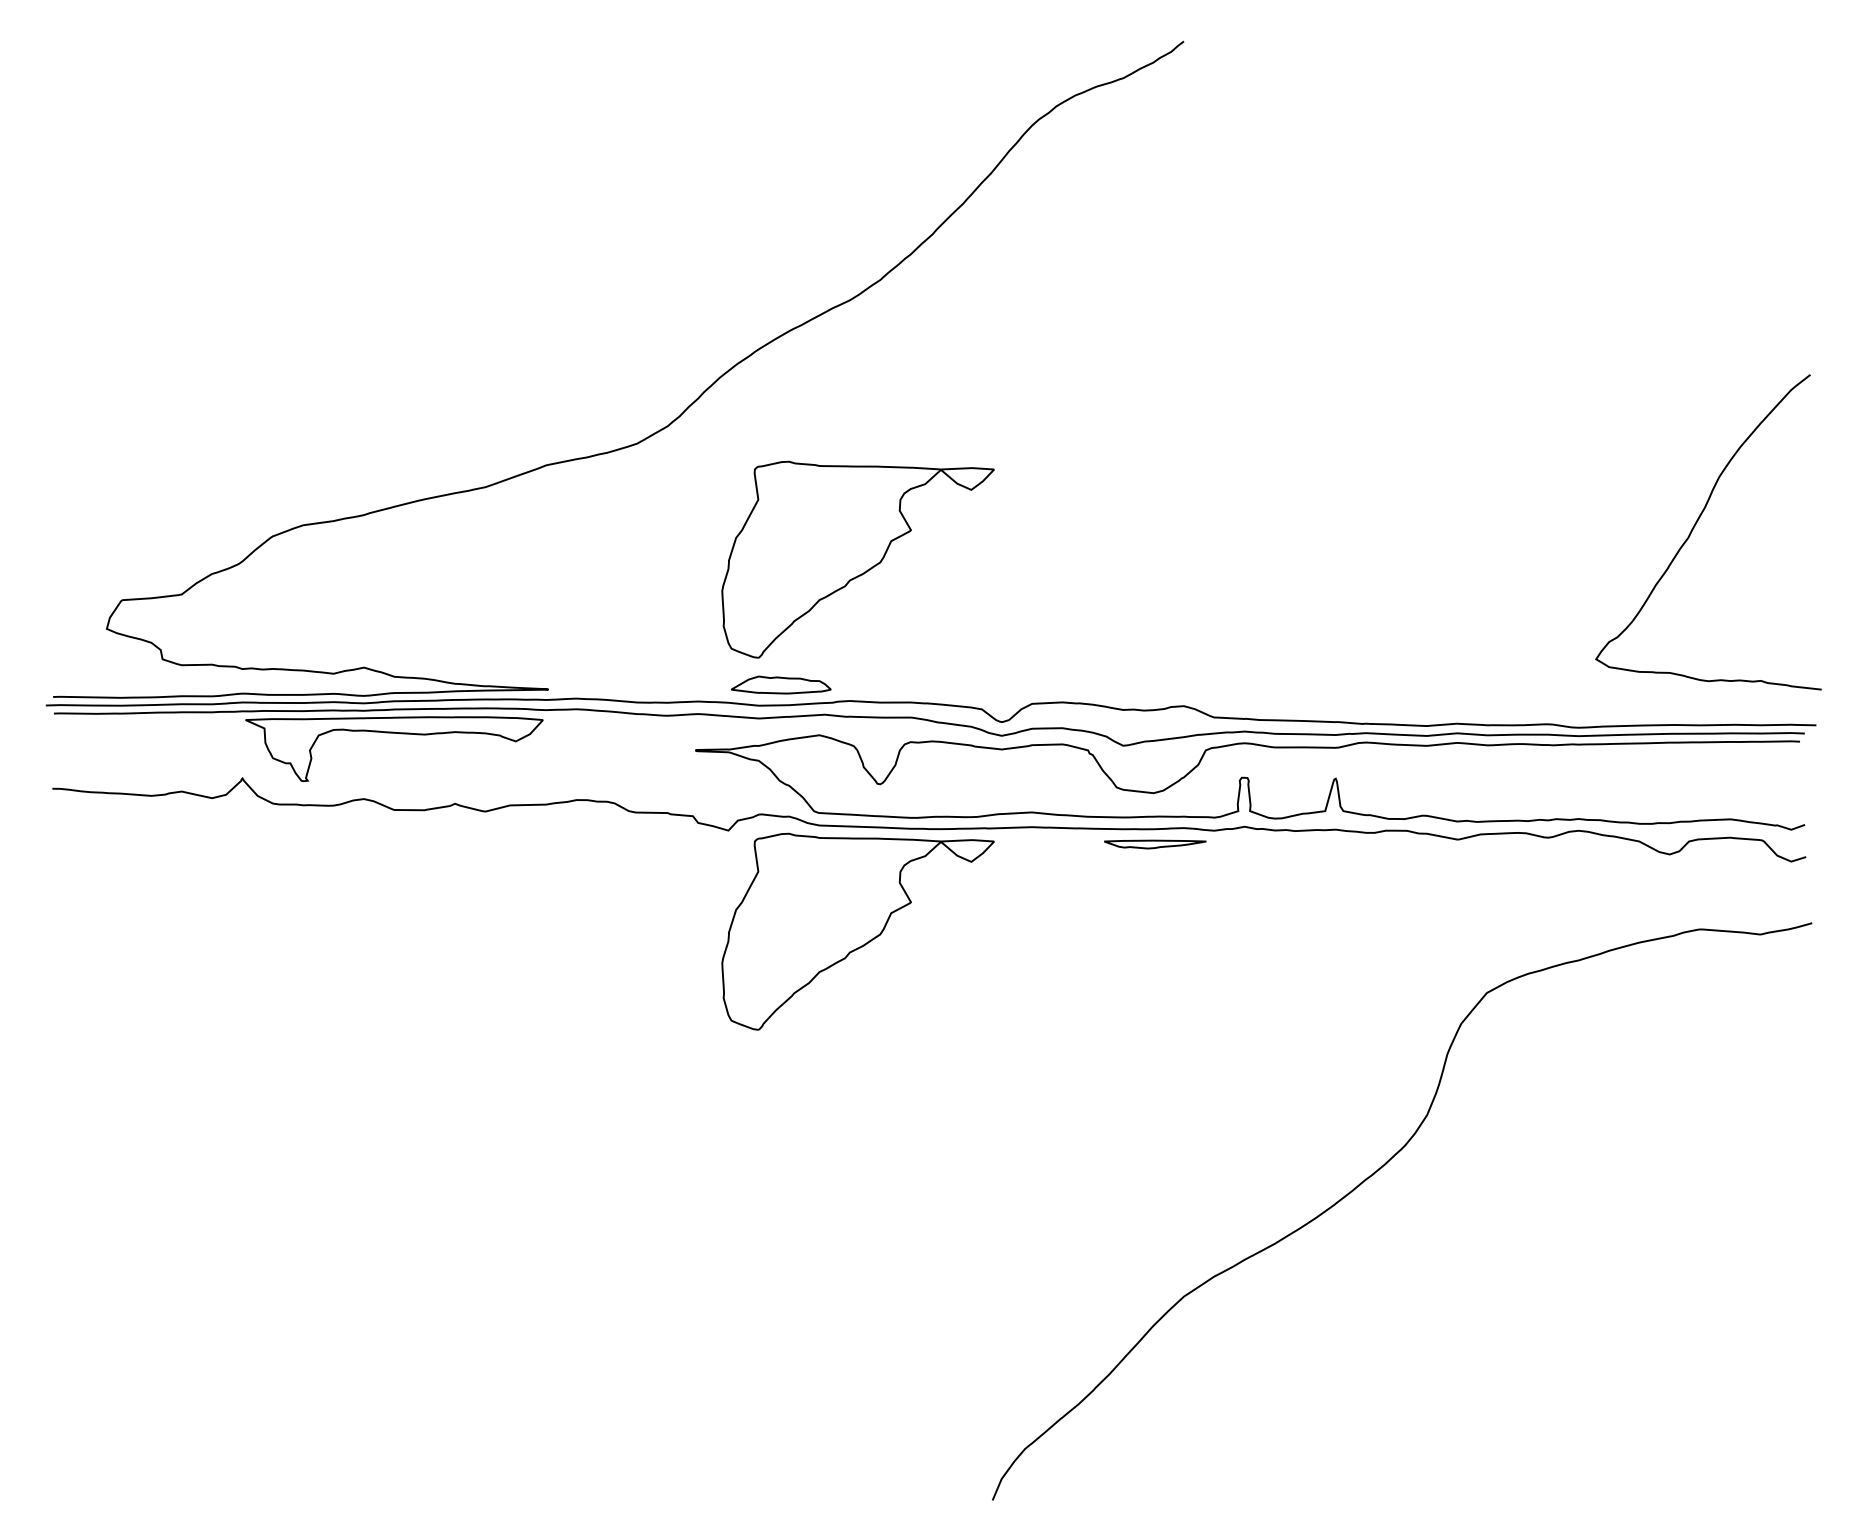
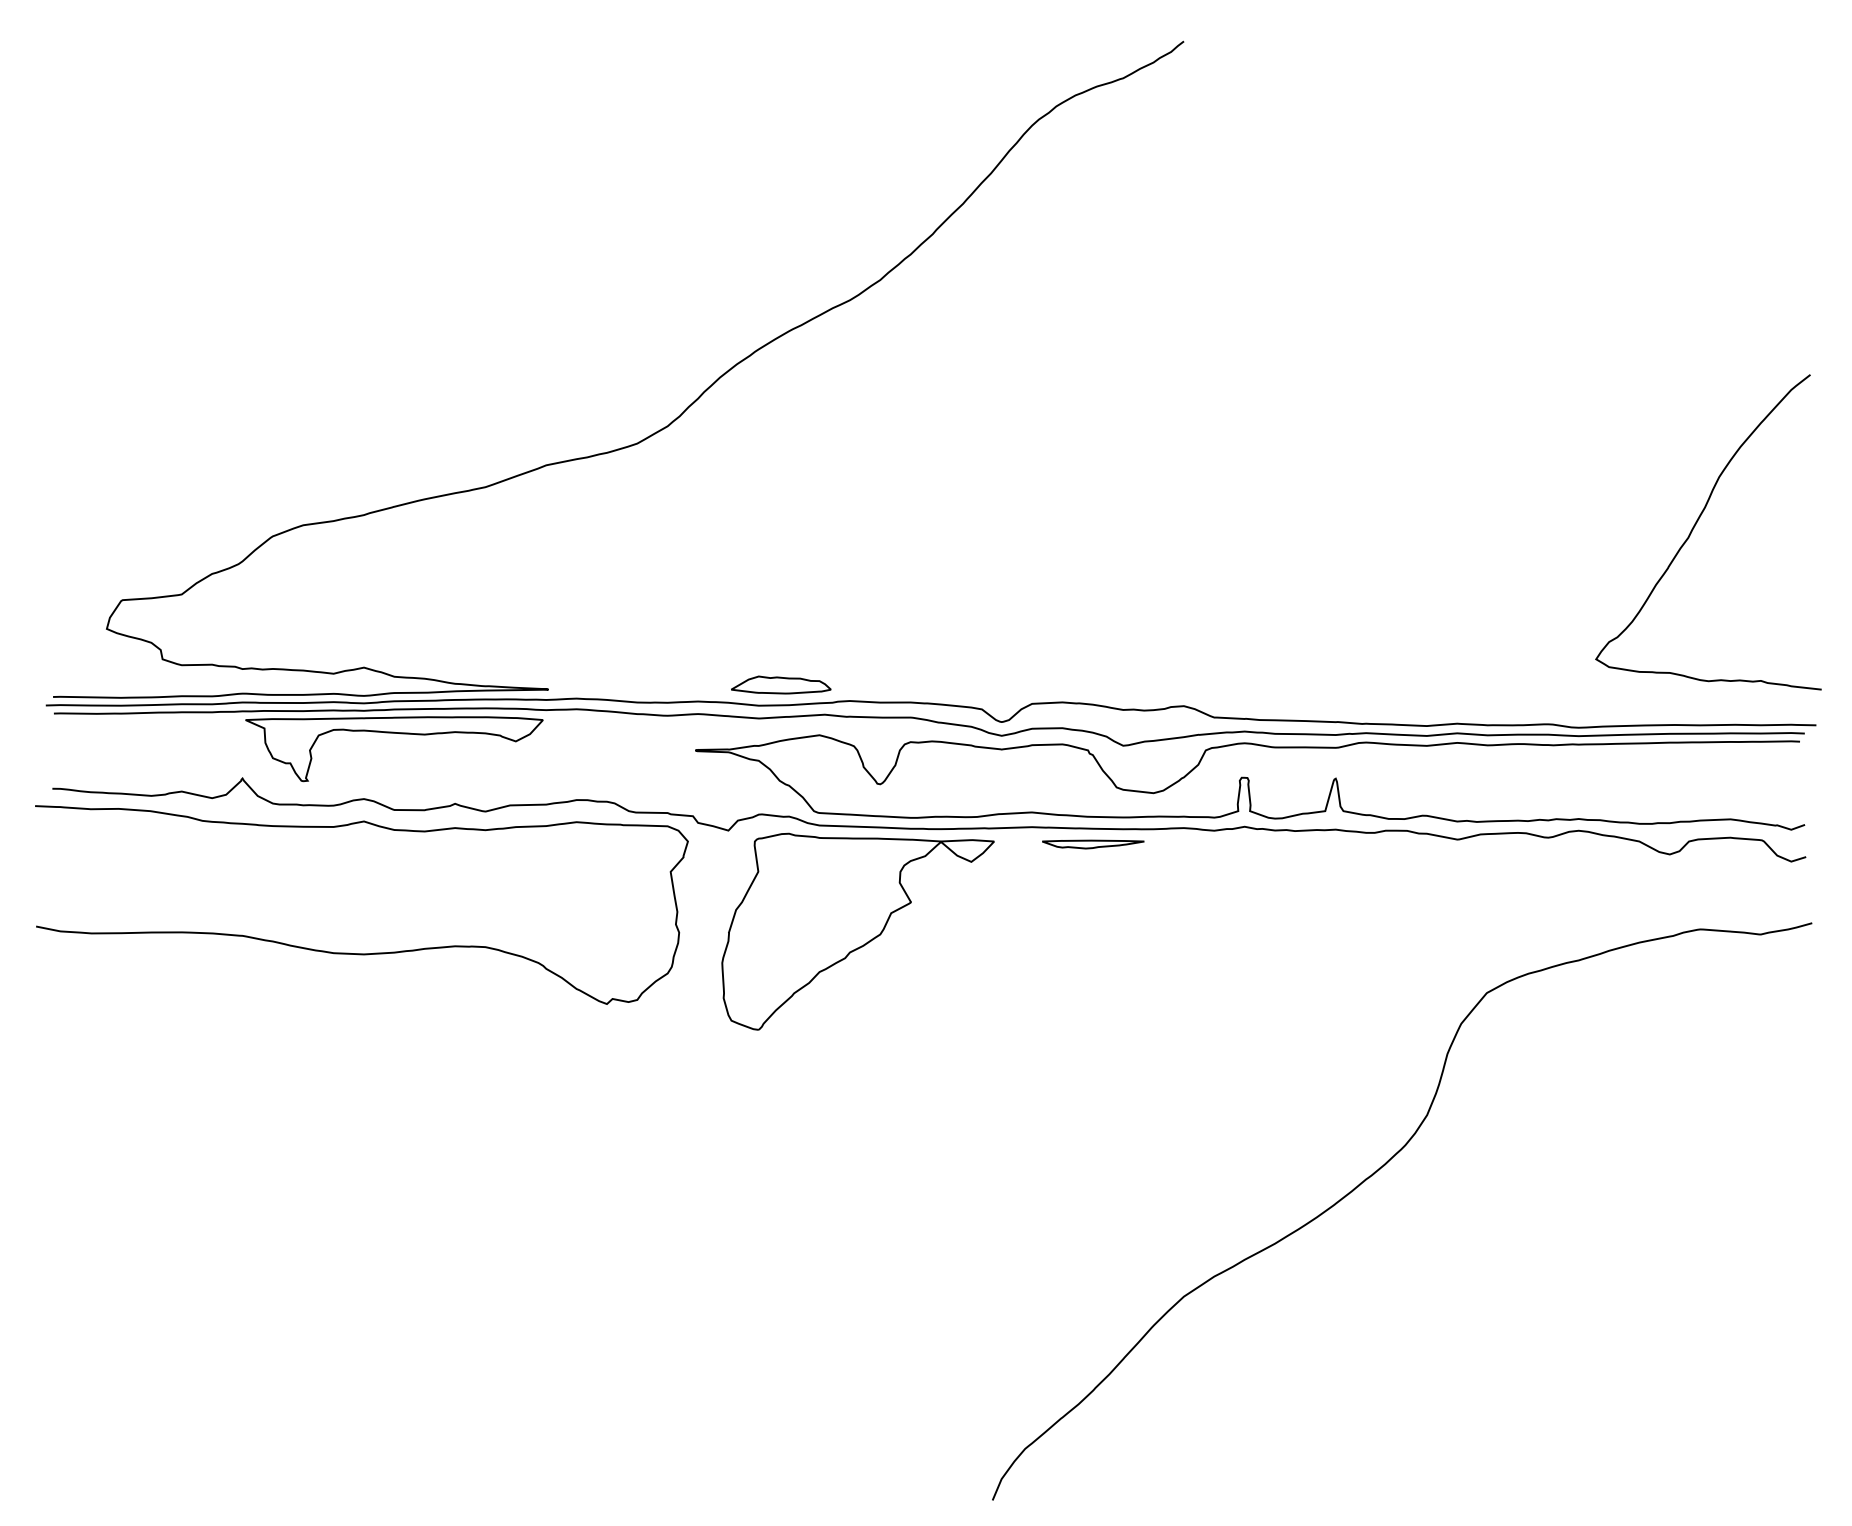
part at (857, 559): present -> none
part at (1155, 844) position: (1155, 844) -> (1093, 844)
curve at (361, 953): none -> present
